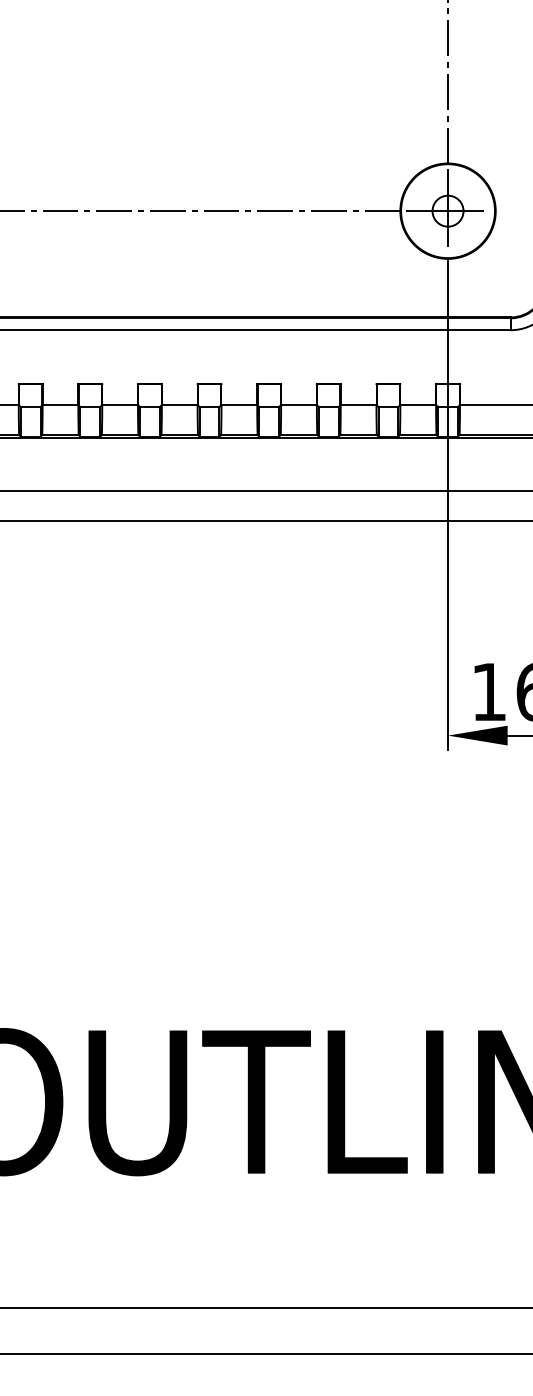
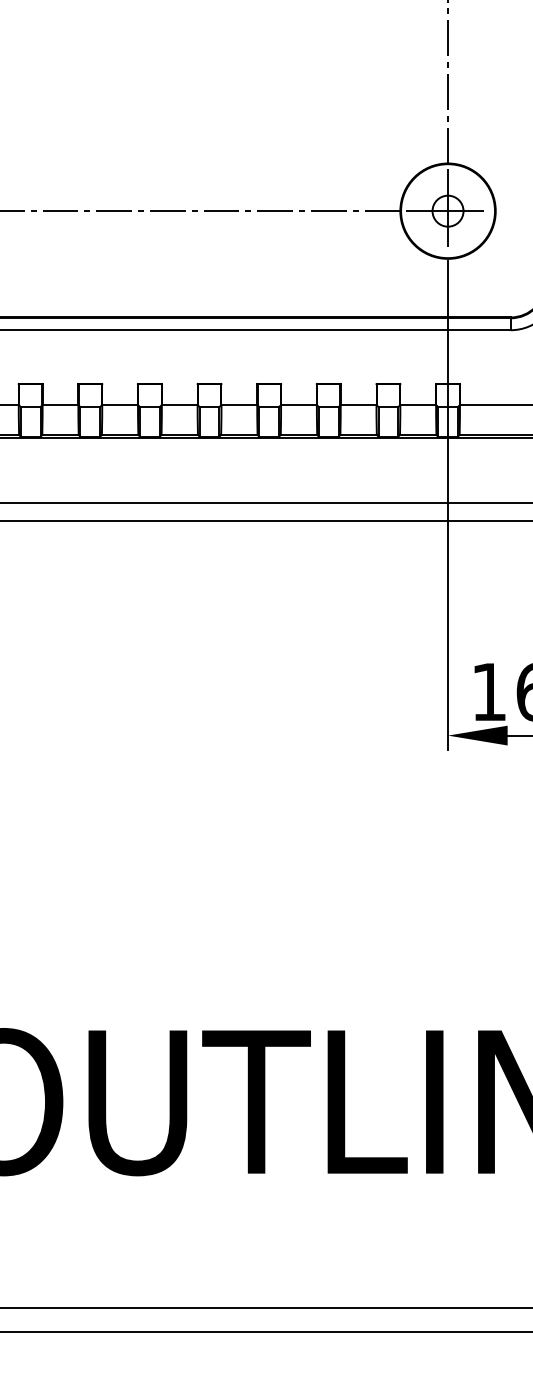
line at (265, 491) position: (265, 491) -> (265, 503)
line at (265, 1354) position: (265, 1354) -> (265, 1332)
